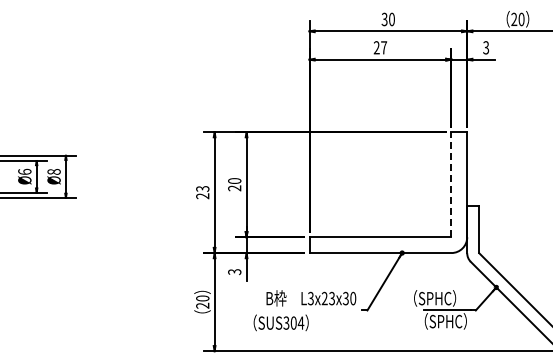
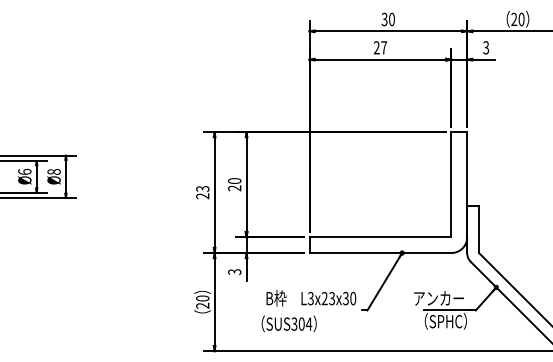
line at (451, 184): dashed -> solid
text at (438, 298): （SPHC） -> アンカー
text at (280, 322) position: (280, 322) -> (288, 323)
